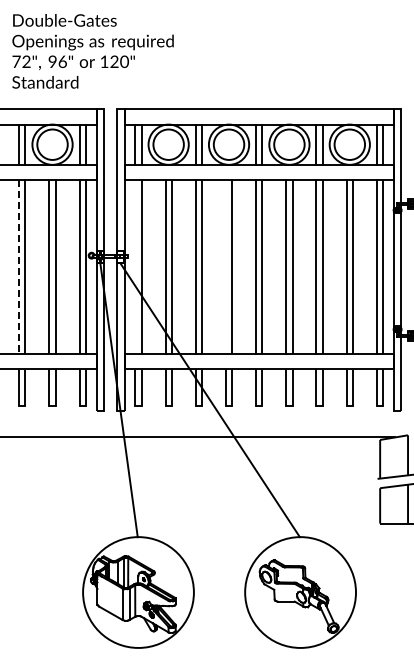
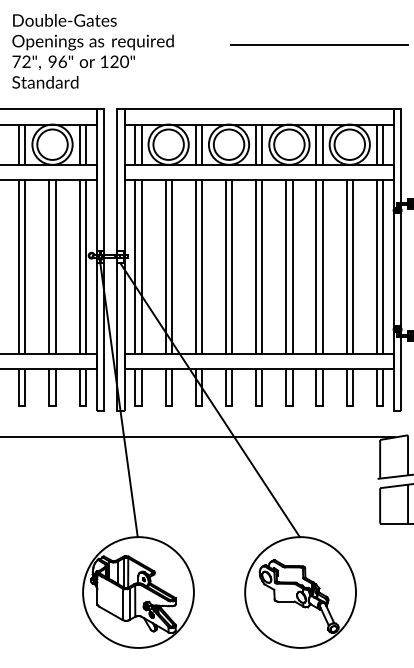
line at (319, 44): none -> present
line at (135, 266): none -> present
line at (225, 266): none -> present
line at (19, 267): dashed -> solid
